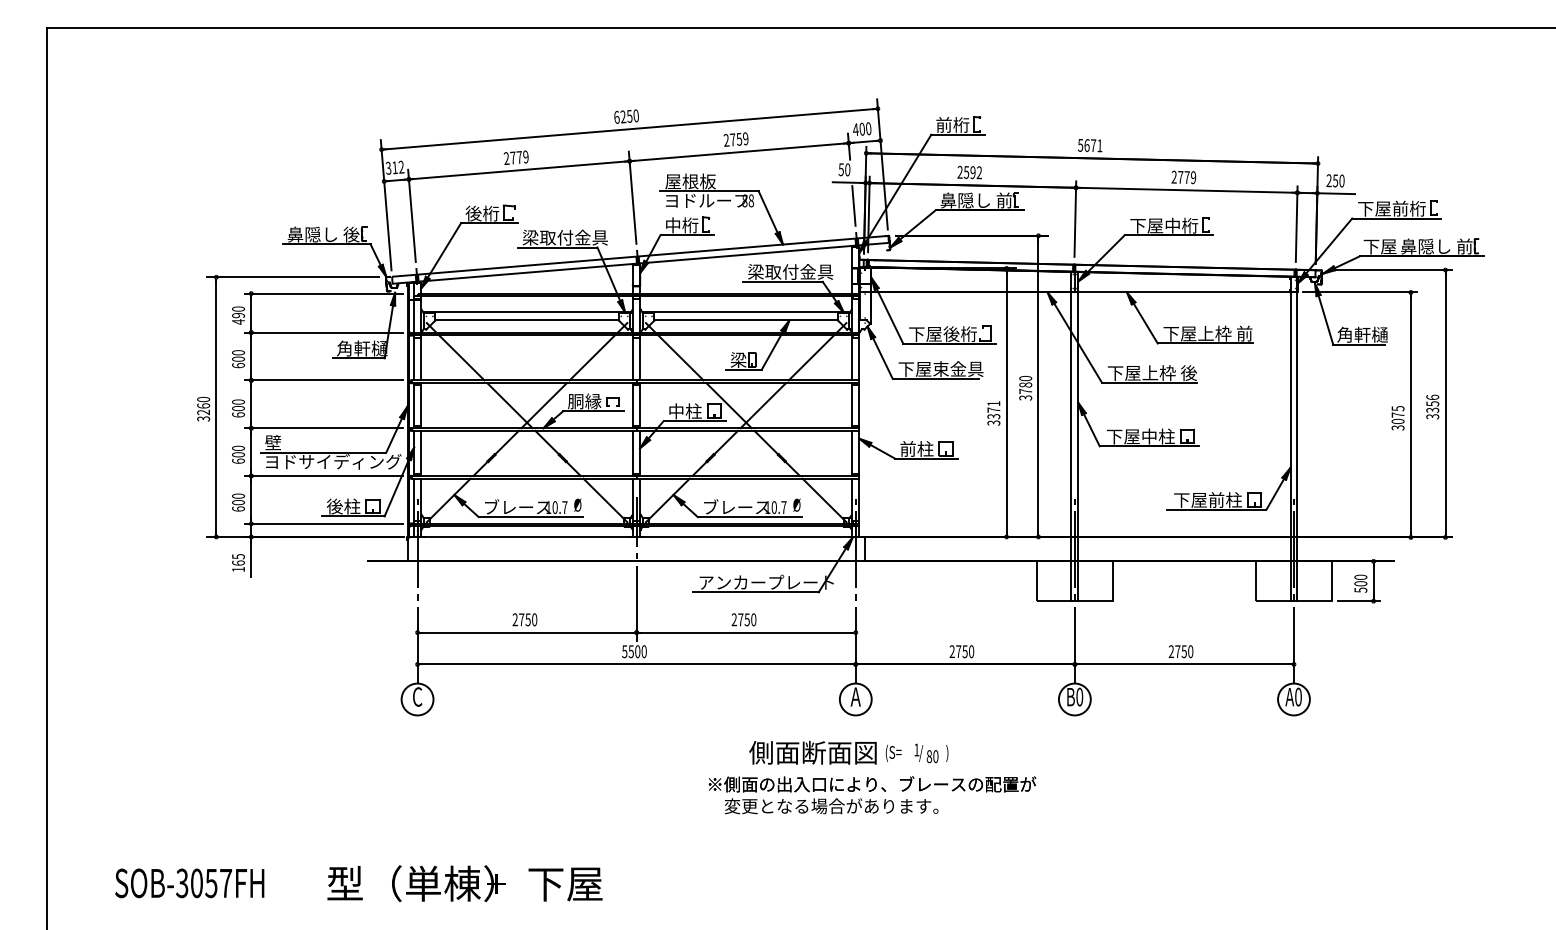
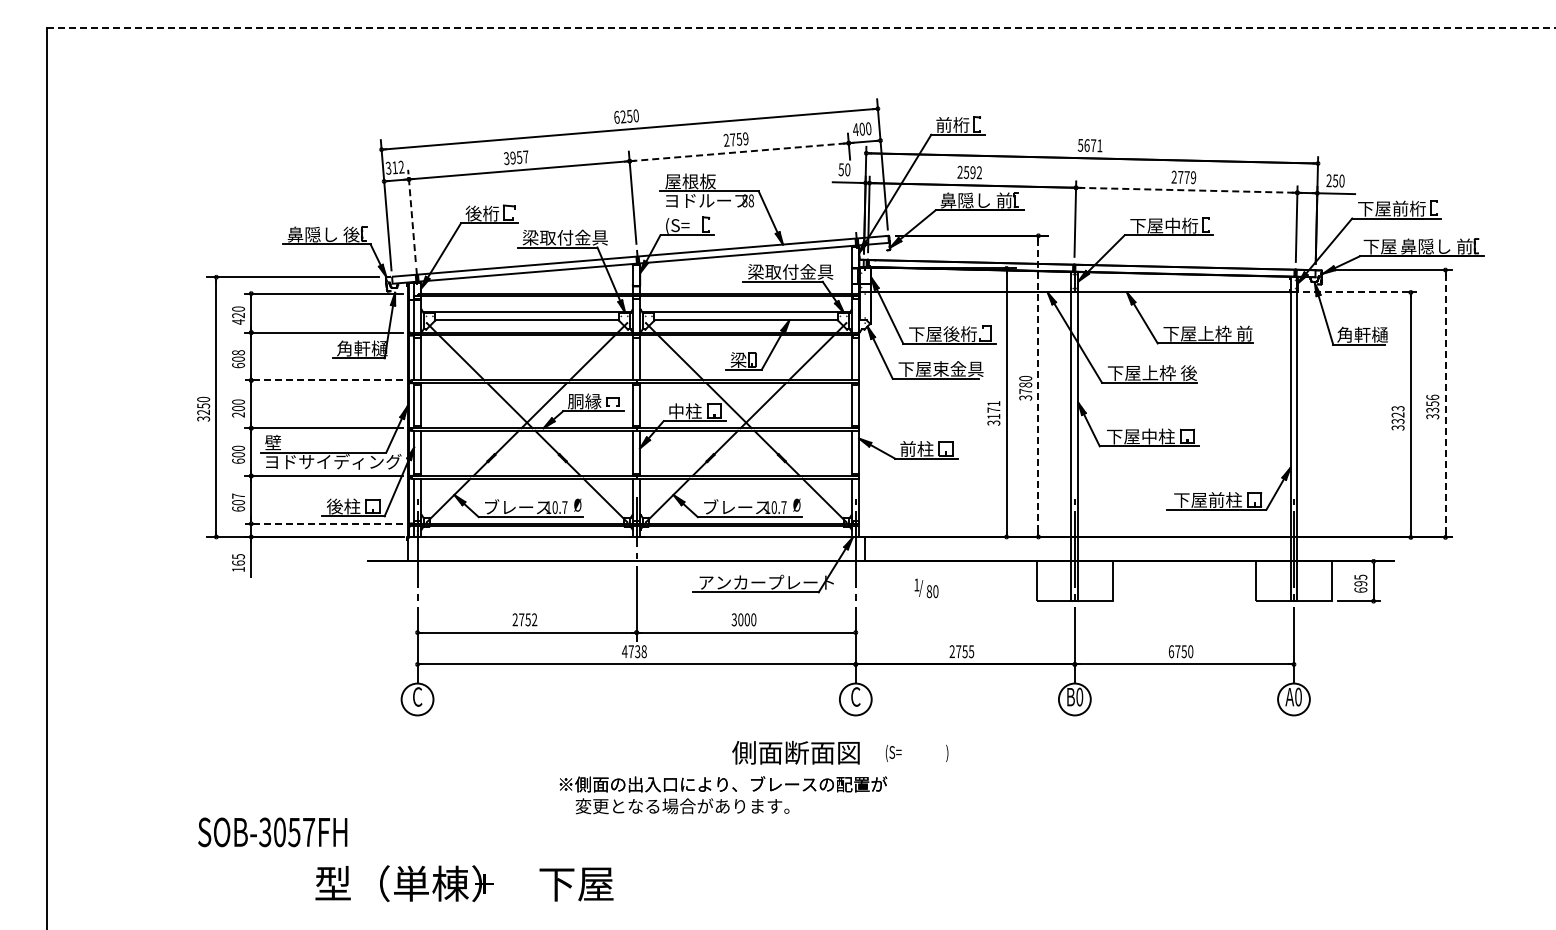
line at (801, 27): solid -> dashed
line at (739, 152): solid -> dashed
text at (515, 157): 2779 -> 3957
line at (1186, 190): solid -> dashed
line at (853, 205): present -> none
line at (411, 215): solid -> dashed
text at (682, 225): 中桁 -> (S=
line at (1360, 292): solid -> dashed
text at (238, 315): 490 -> 420
text at (238, 352): 600 -> 608
line at (323, 380): solid -> dashed
line at (1038, 387): solid -> dashed
line at (1445, 403): solid -> dashed
text at (203, 405): 3260 -> 3250
text at (238, 414): 600 -> 200
text at (1397, 415): 3075 -> 3323
text at (993, 416): 3371 -> 3171
text at (238, 495): 600 -> 607
line at (323, 523): solid -> dashed
text at (1360, 583): 500 -> 695
text at (534, 619): 2750 -> 2752
text at (740, 619): 2750 -> 3000
text at (634, 651): 5500 -> 4738
text at (971, 651): 2750 -> 2755
text at (1171, 651): 2750 -> 6750
text at (855, 696): A -> C
text at (812, 752) position: (812, 752) -> (795, 752)
text at (926, 753) position: (926, 753) -> (926, 588)
text at (872, 795) position: (872, 795) -> (723, 795)
text at (189, 883) position: (189, 883) -> (272, 832)
text at (416, 883) position: (416, 883) -> (404, 883)
text at (565, 884) position: (565, 884) -> (576, 884)
